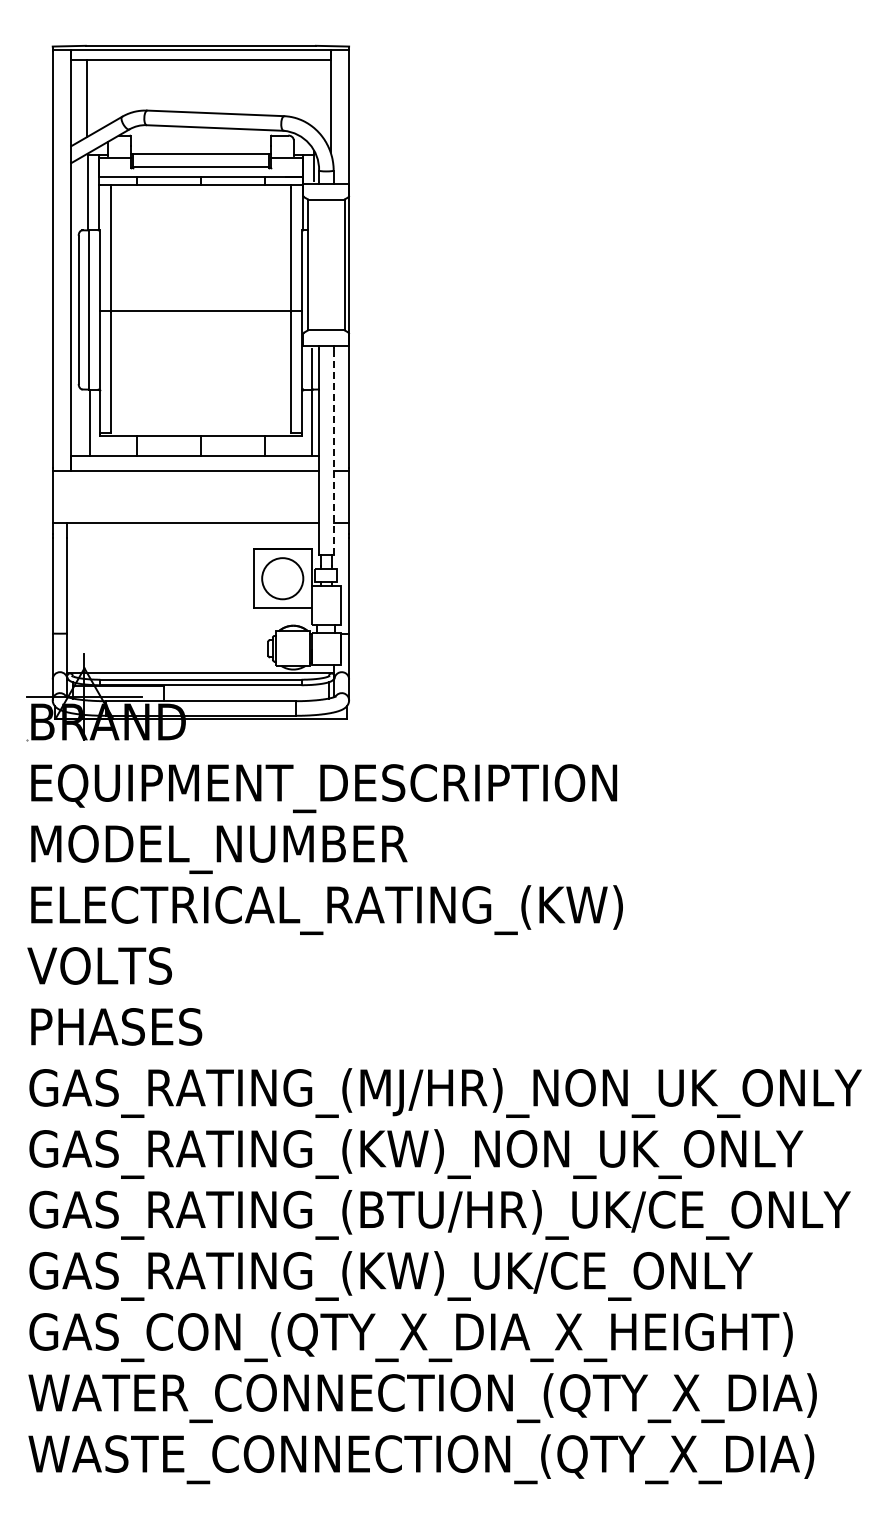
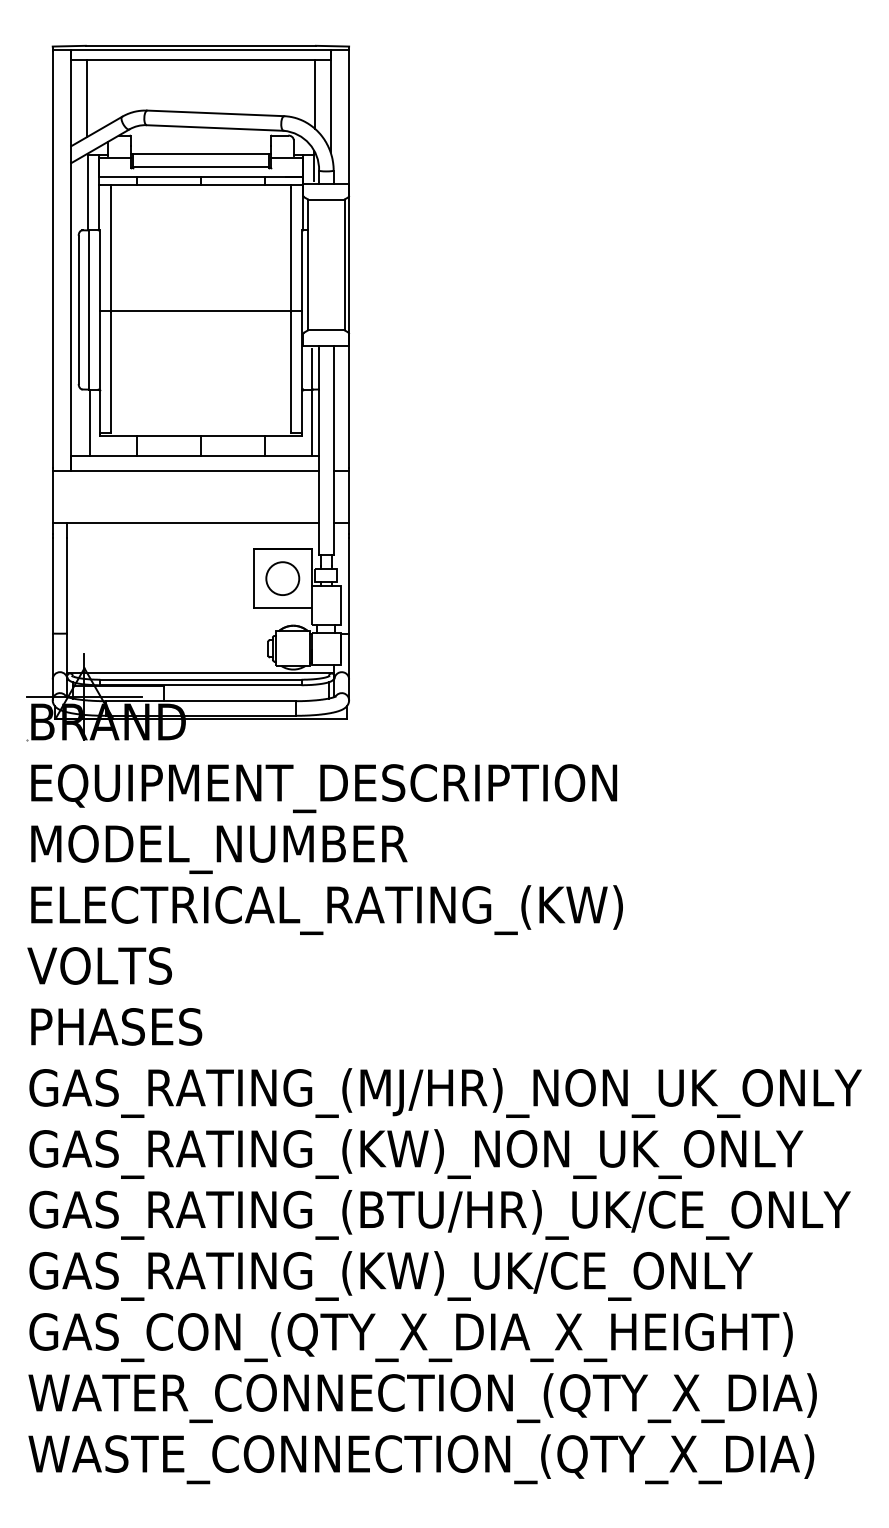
line at (314, 93): none -> present
line at (333, 451): dashed -> solid
circle at (282, 578) size: 44x44 px -> 36x35 px
